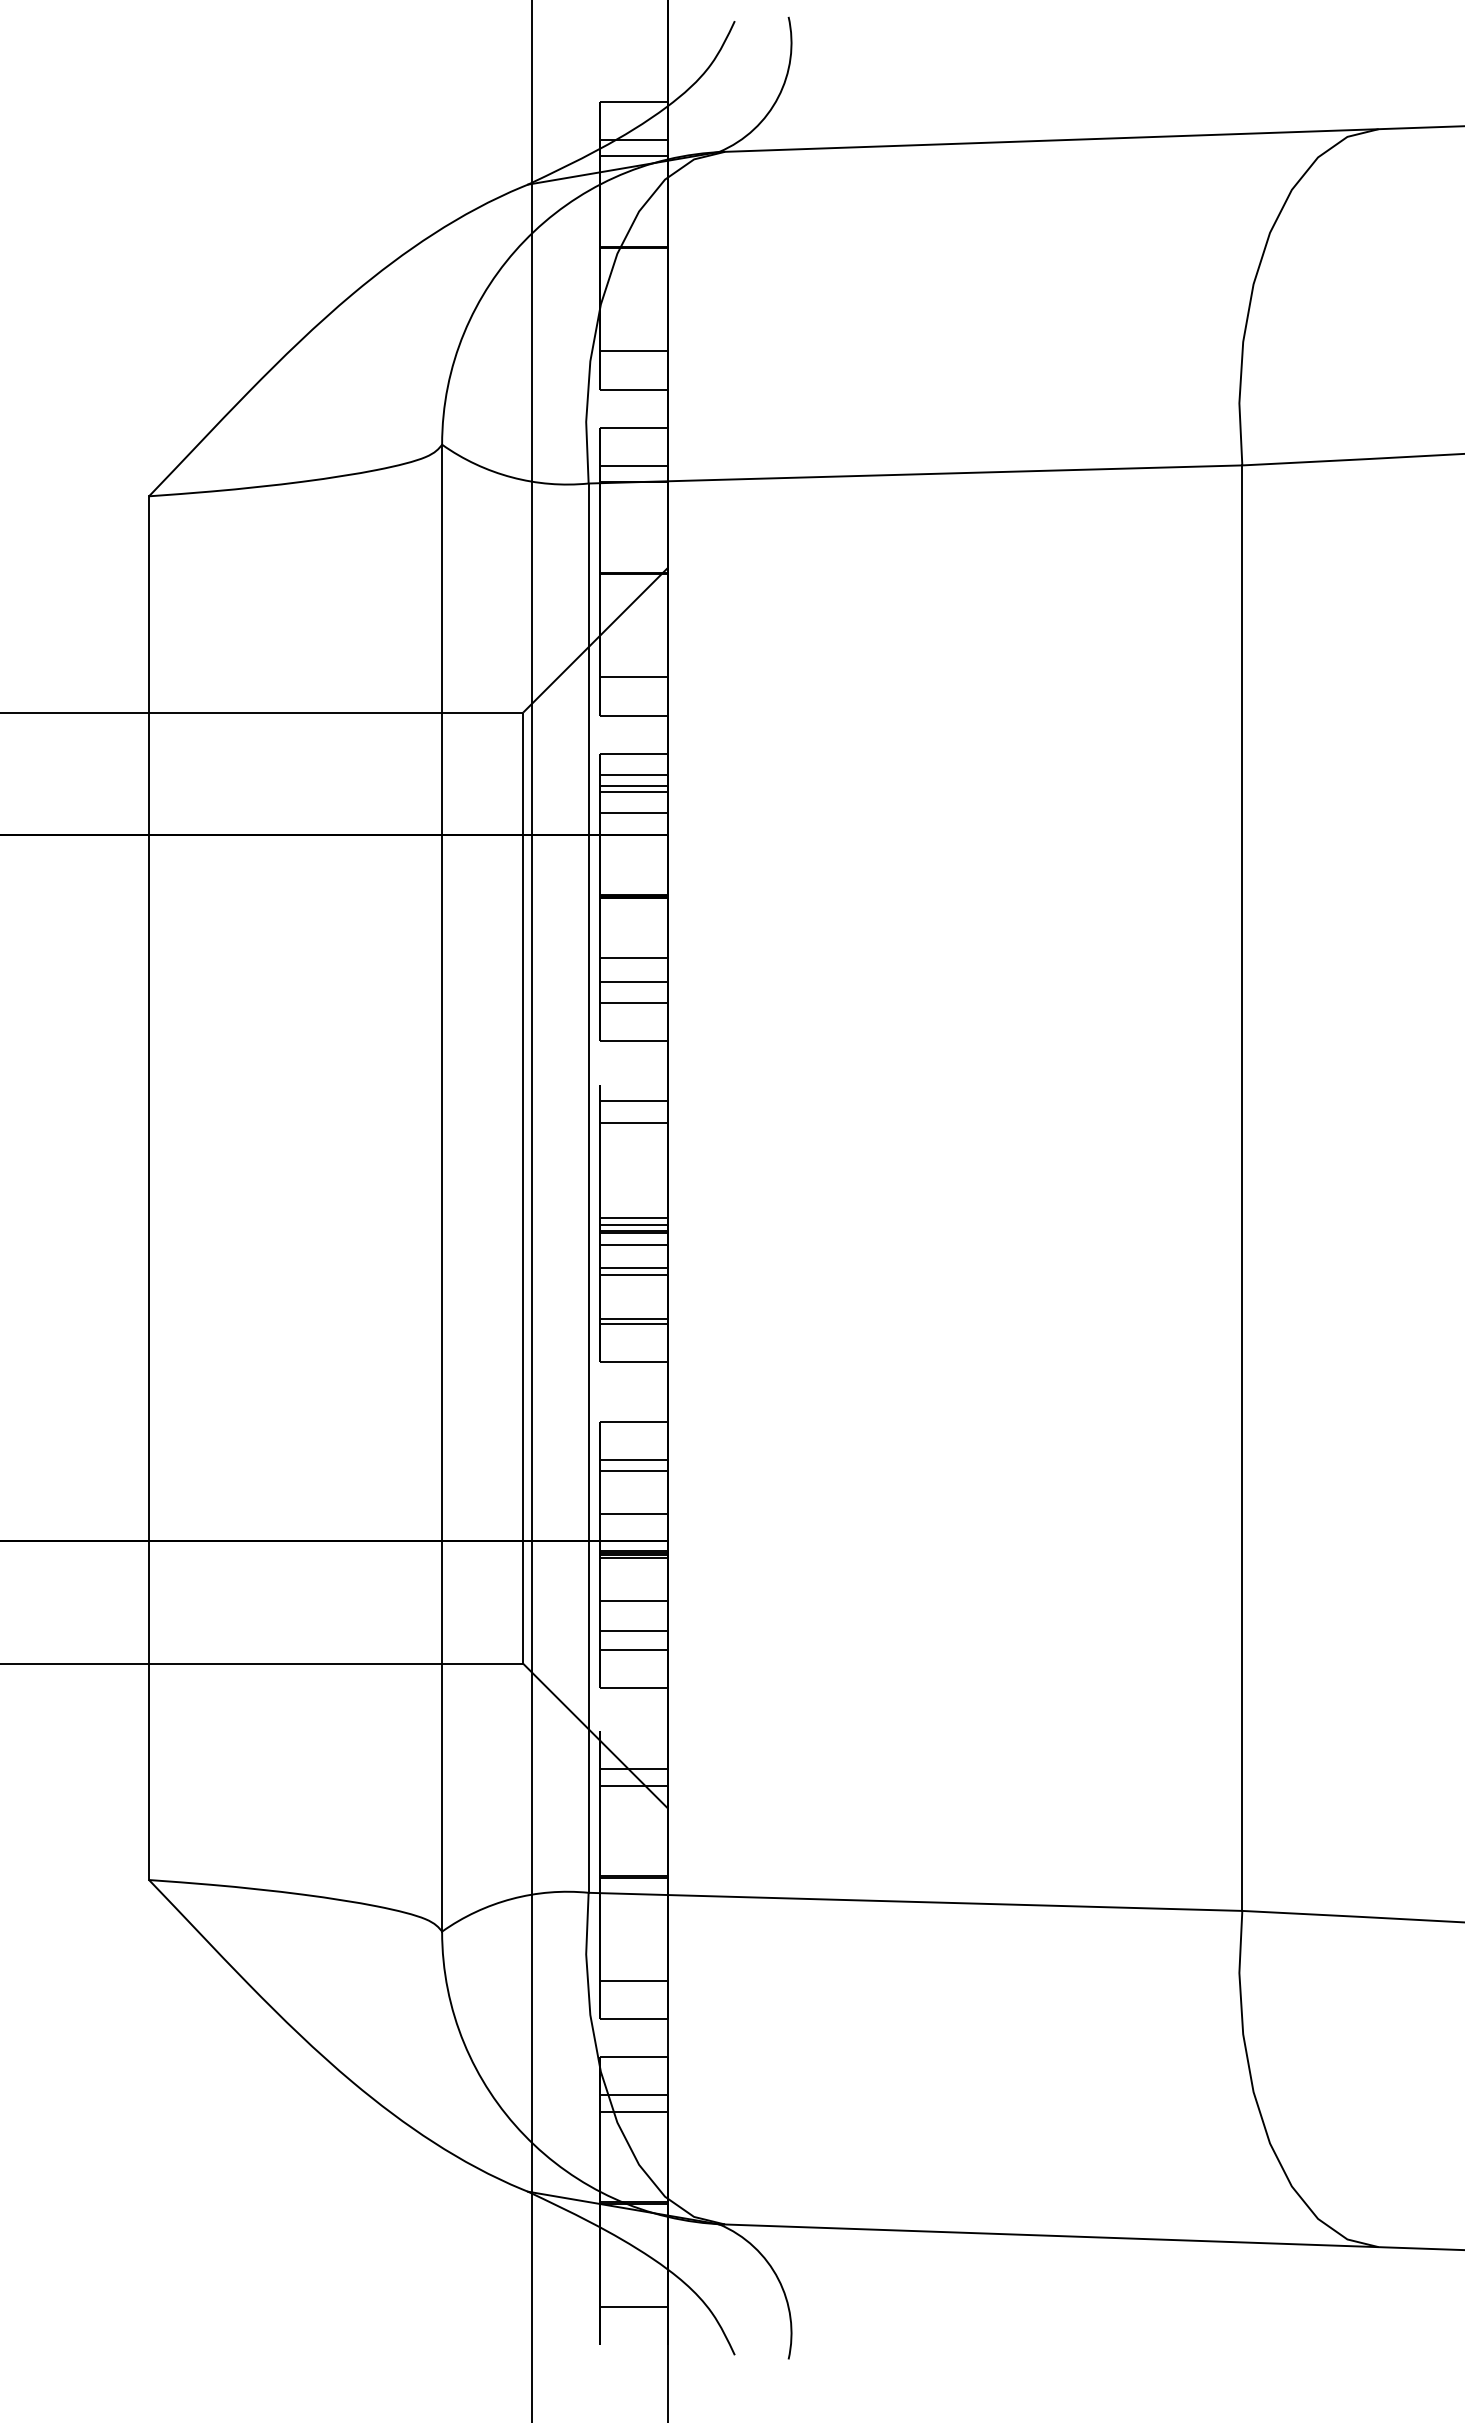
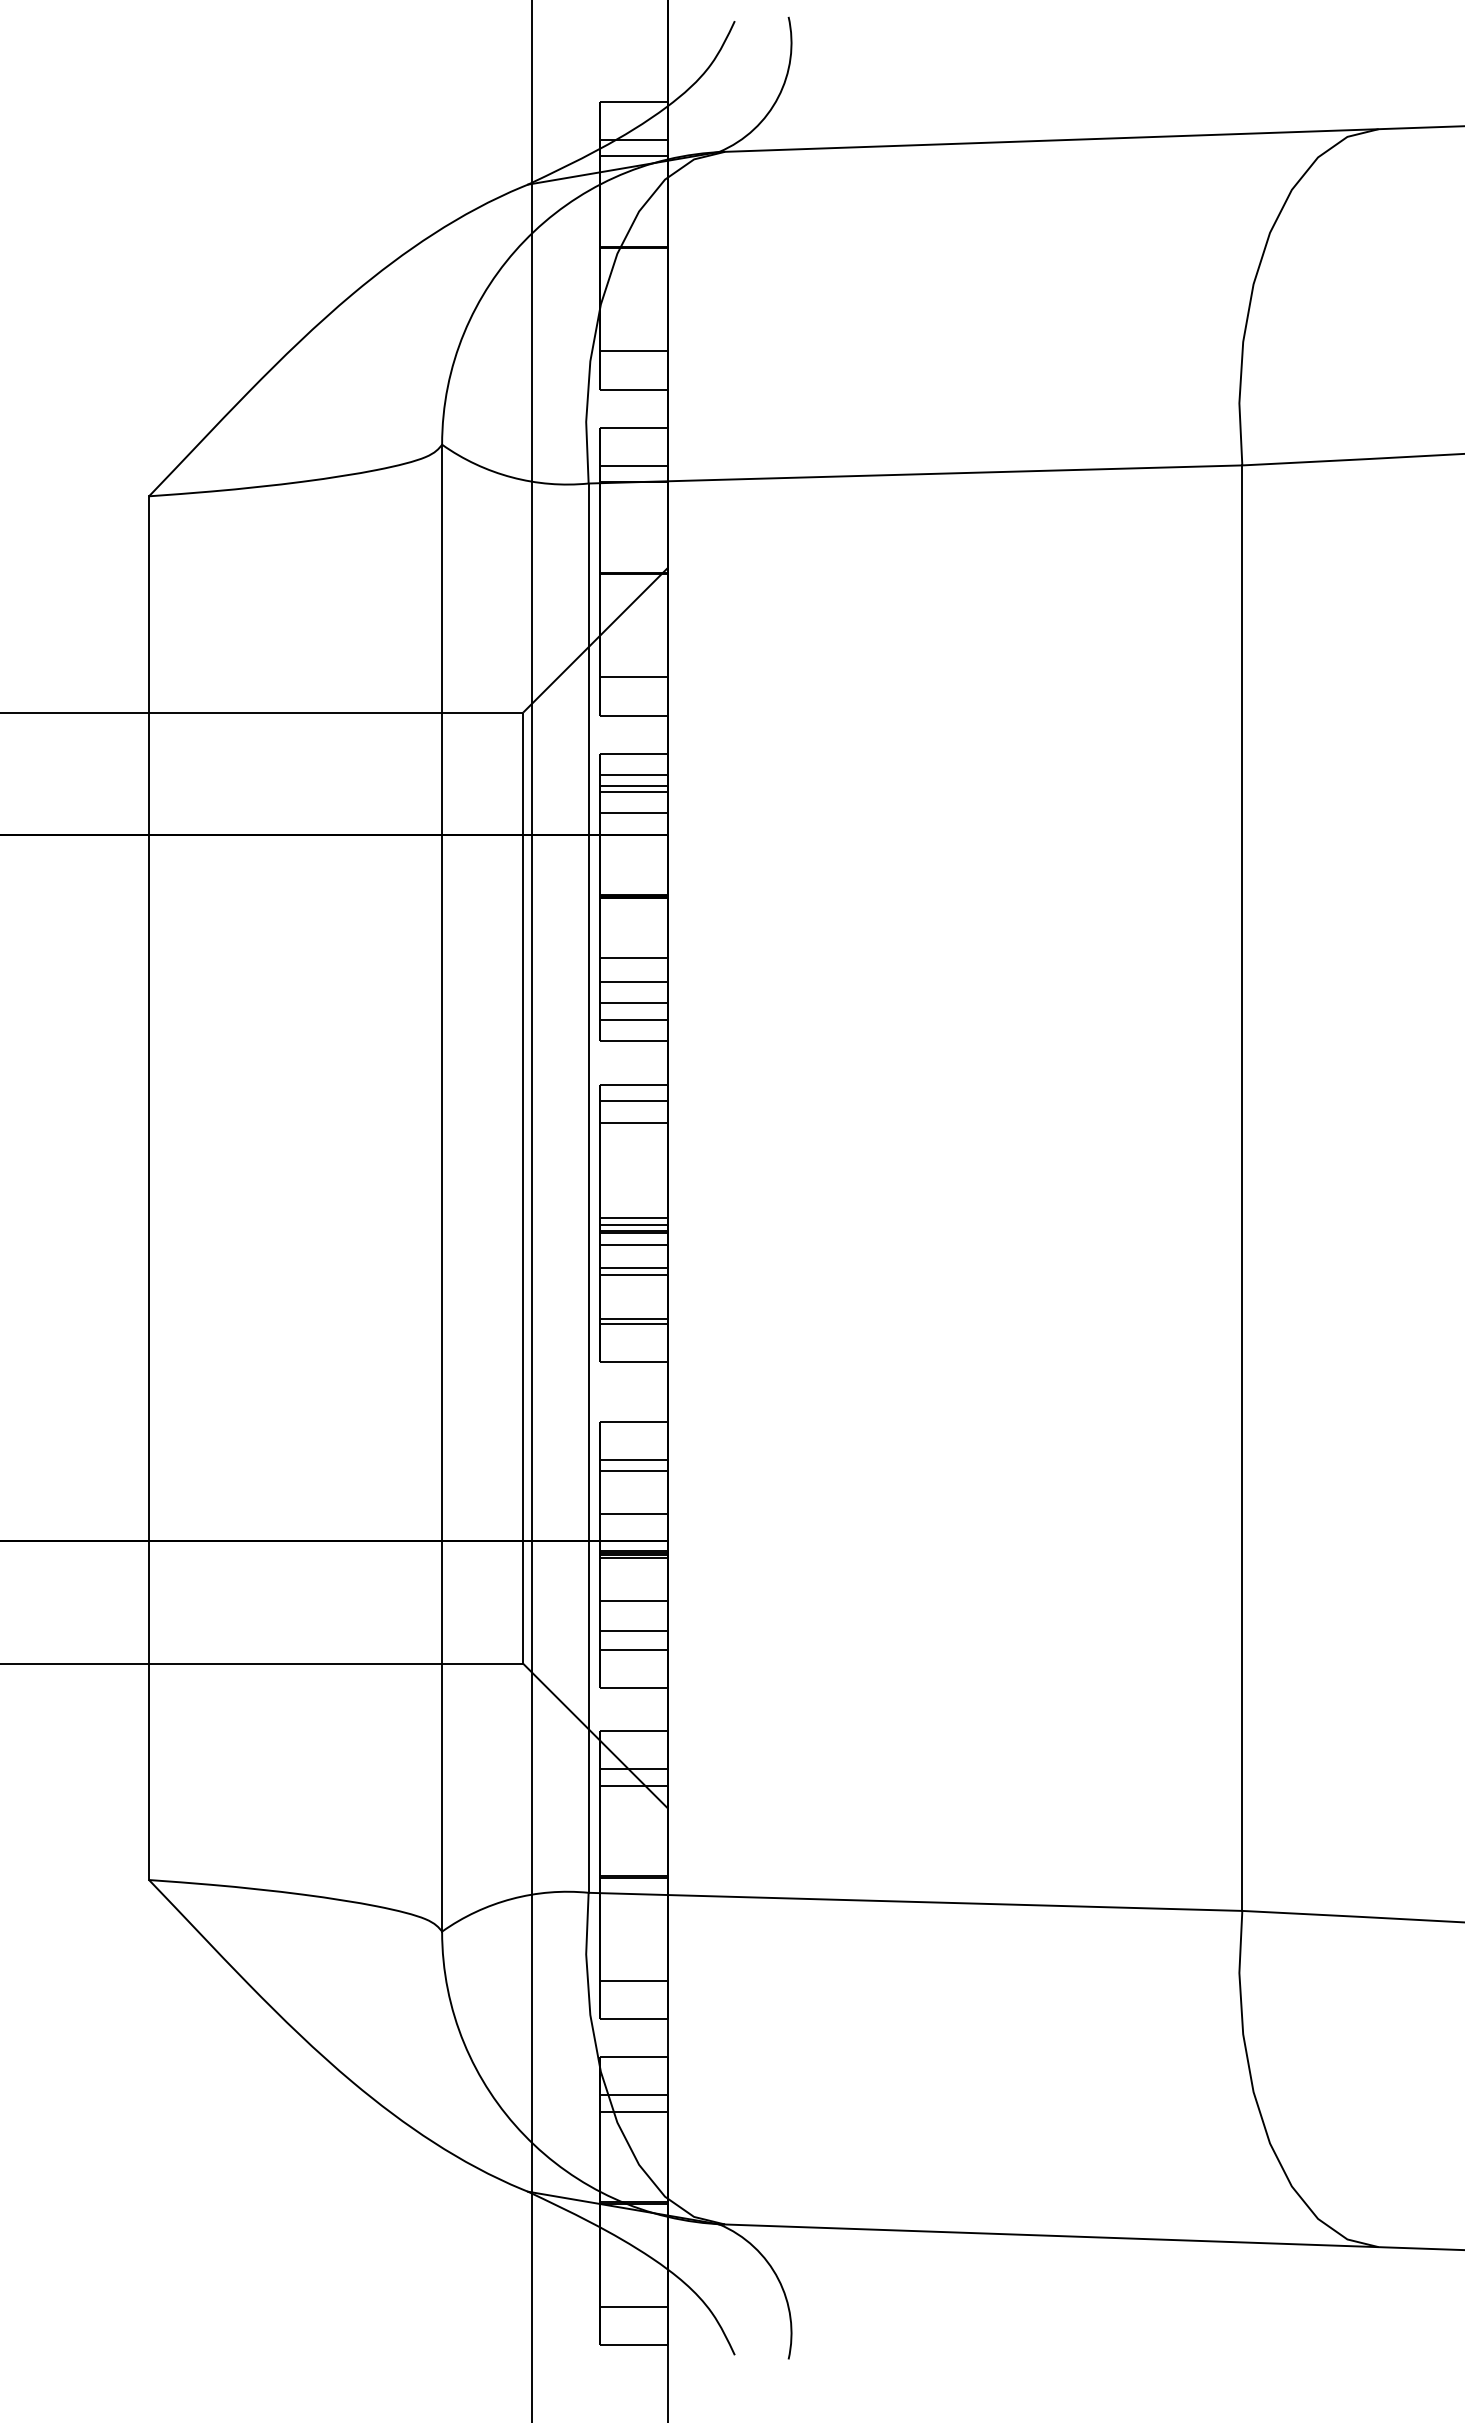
line at (633, 1019): none -> present
line at (633, 1084): none -> present
line at (633, 1731): none -> present
line at (633, 2345): none -> present
